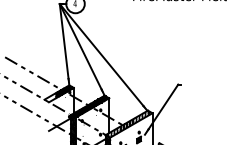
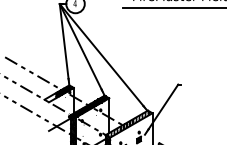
line at (173, 8): none -> present
